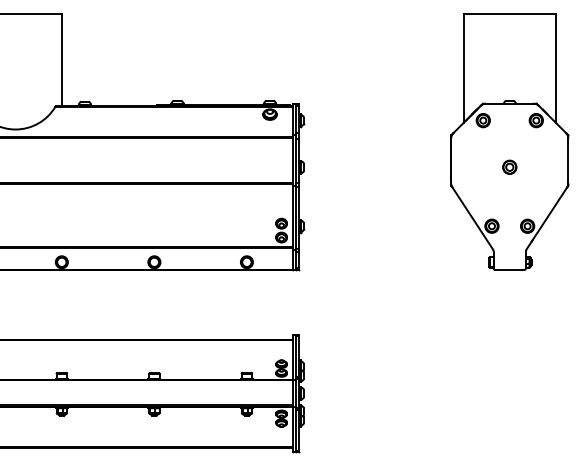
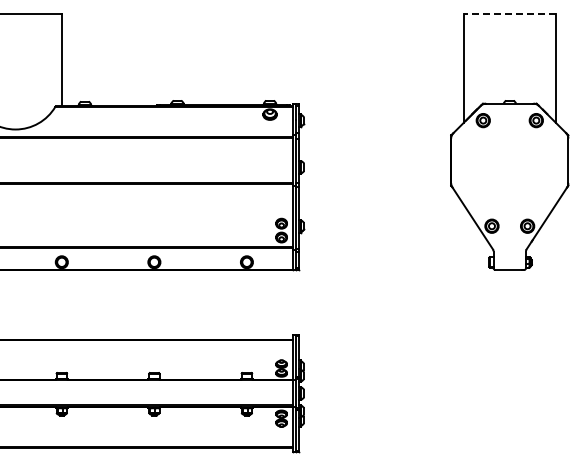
line at (509, 13): solid -> dashed
part at (509, 166): present -> none
